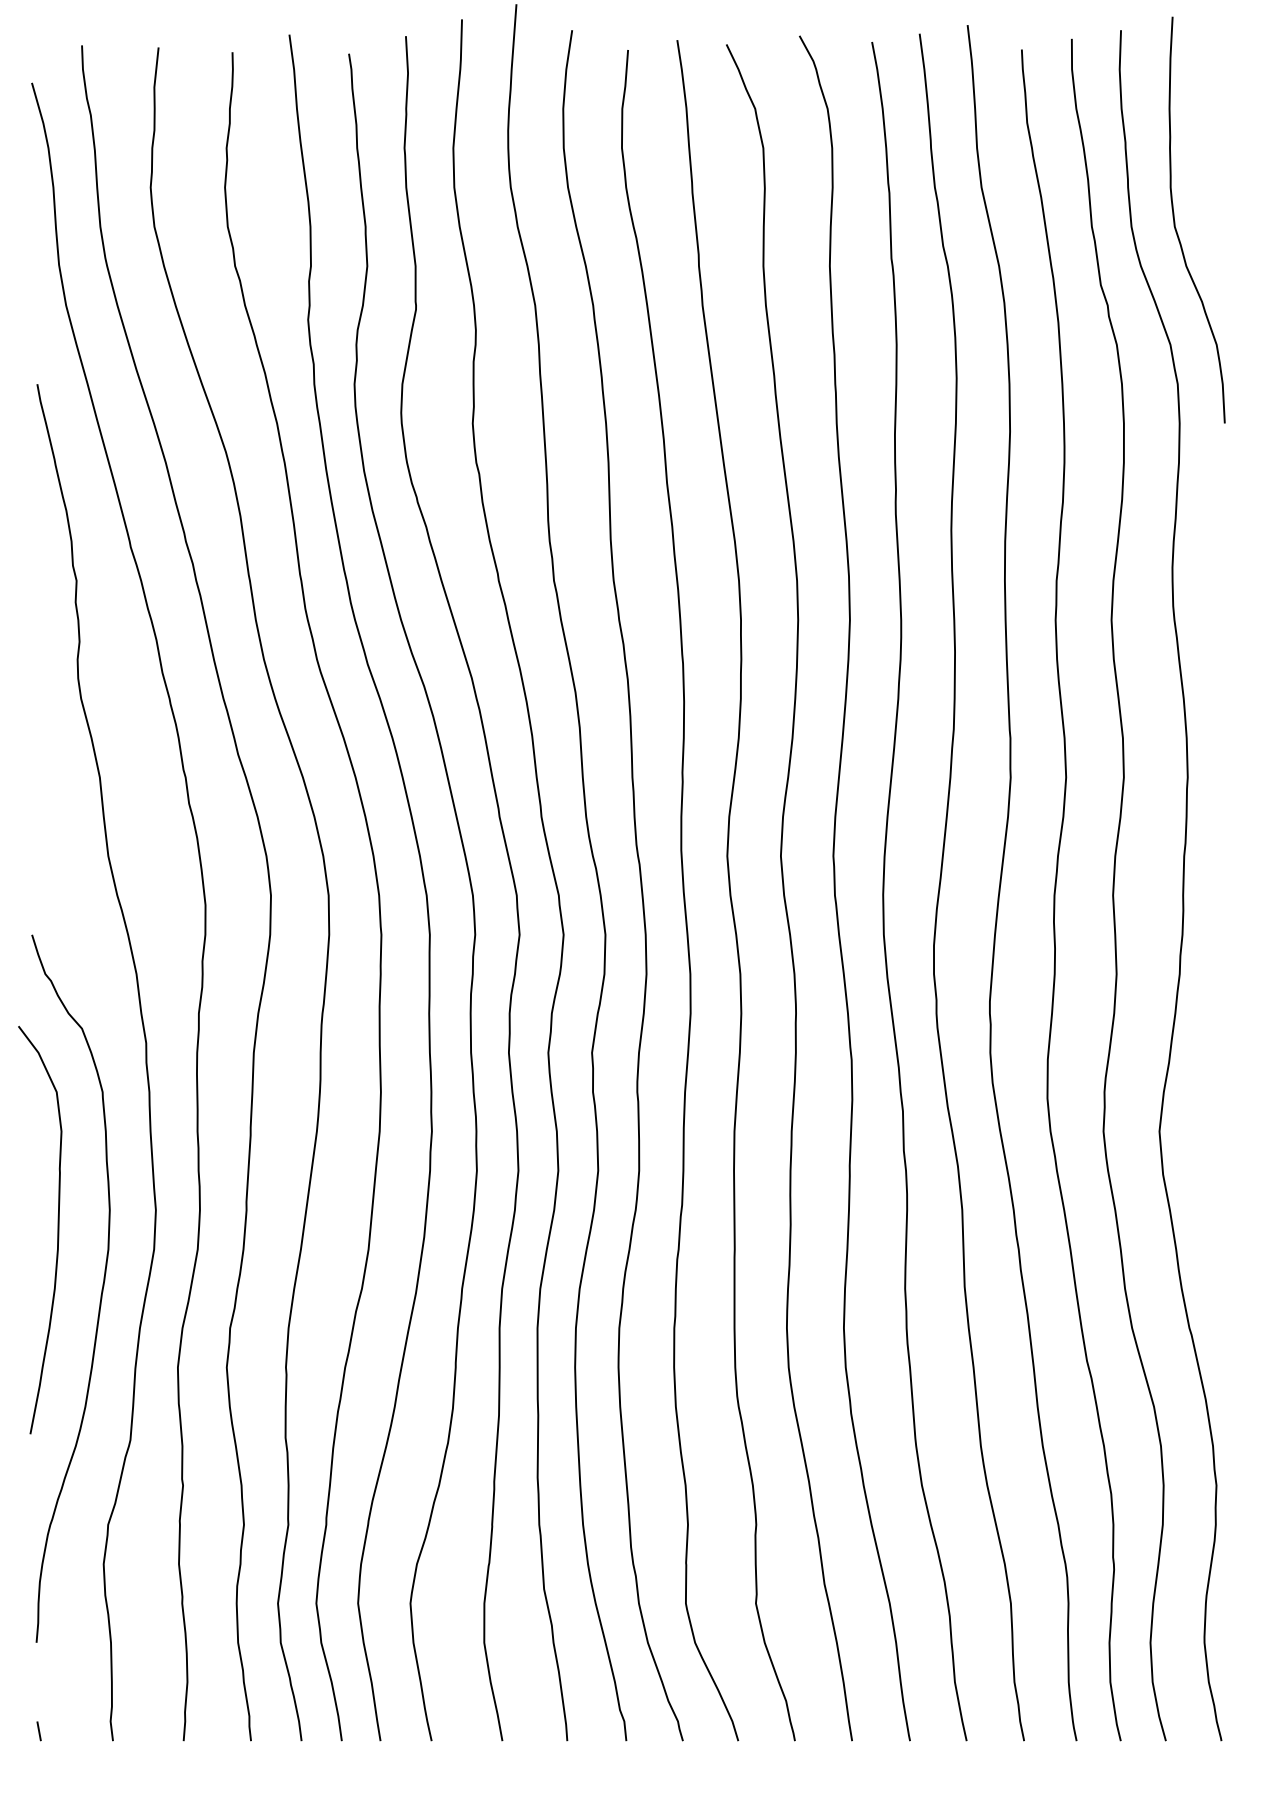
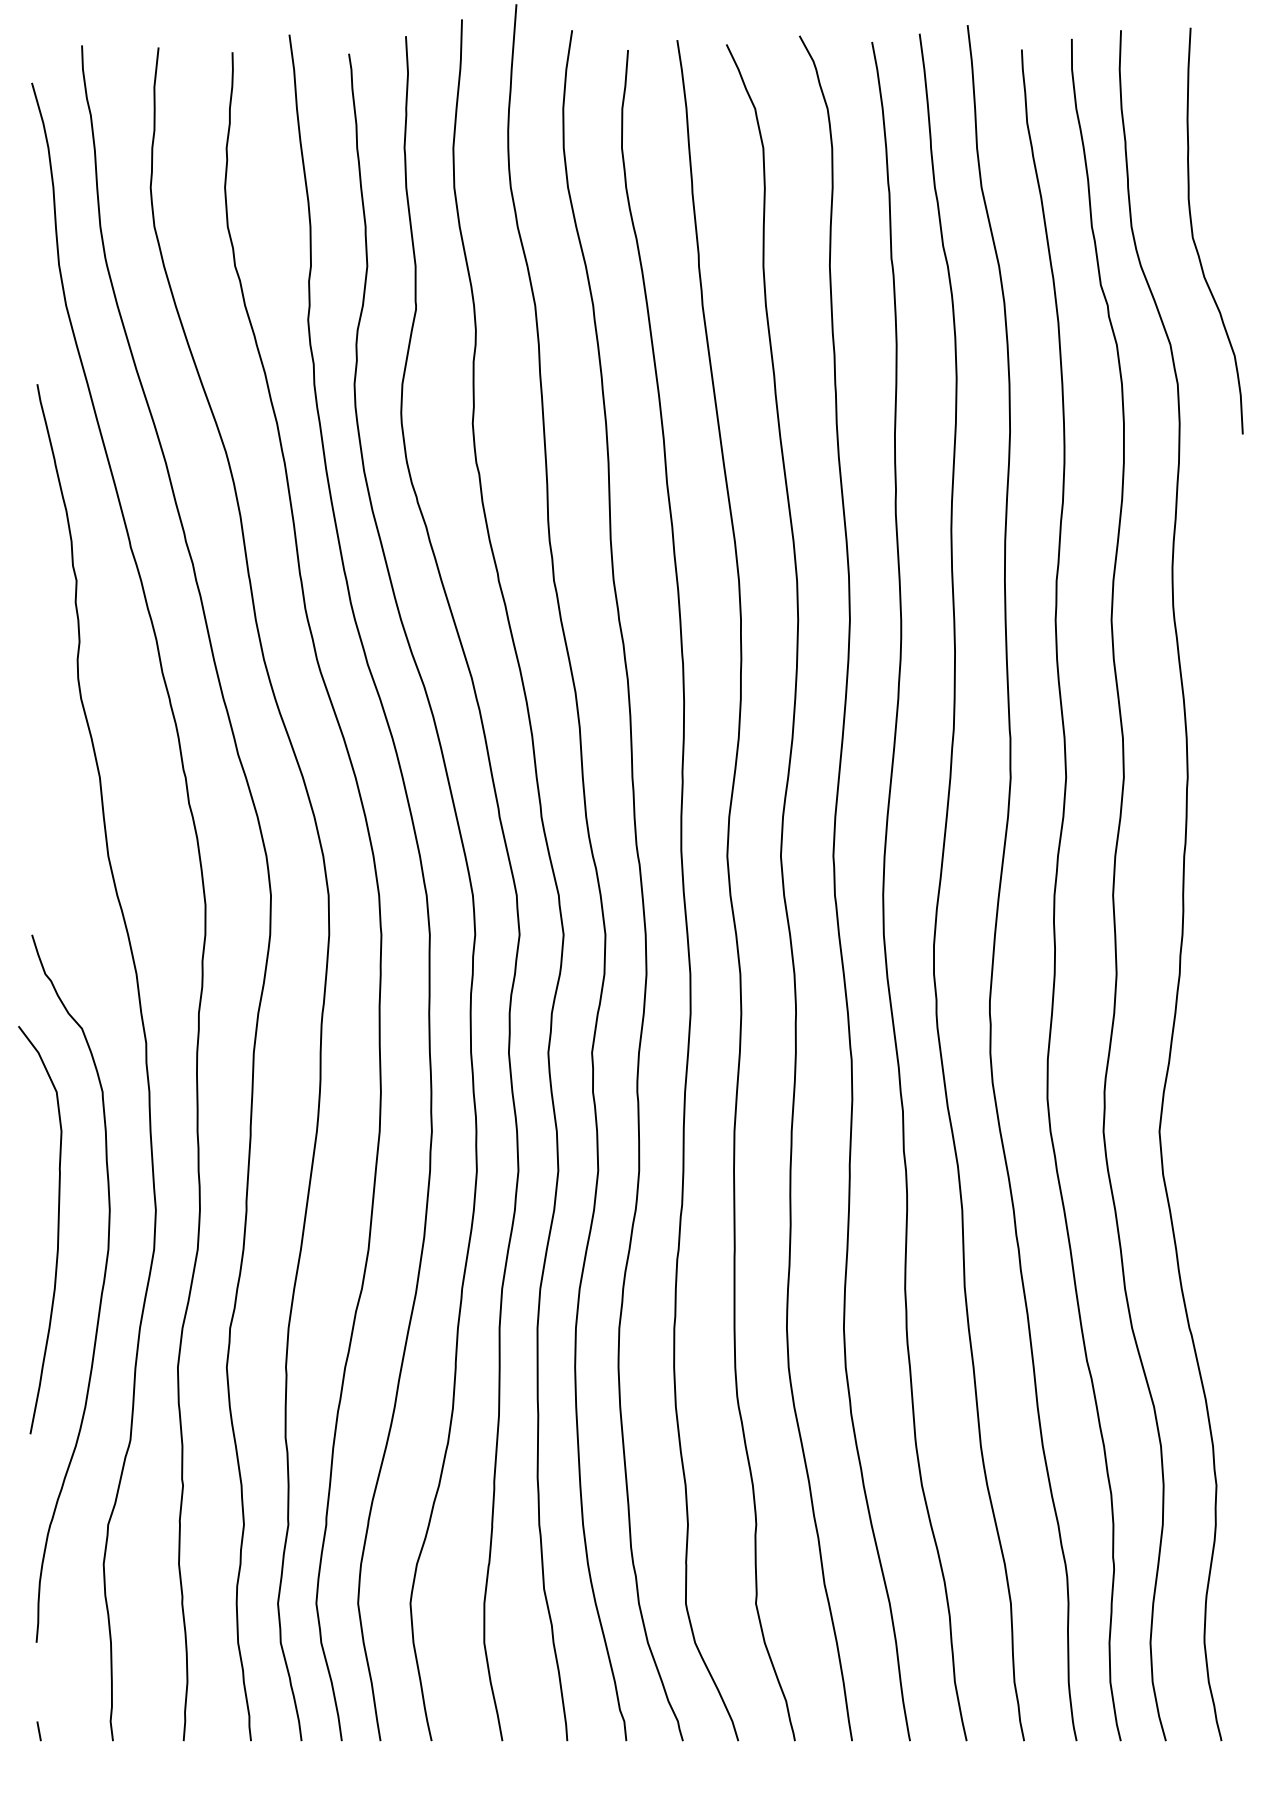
curve at (1175, 221) position: (1175, 221) -> (1193, 232)
